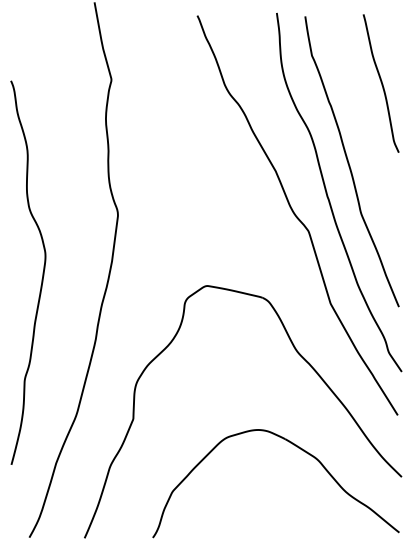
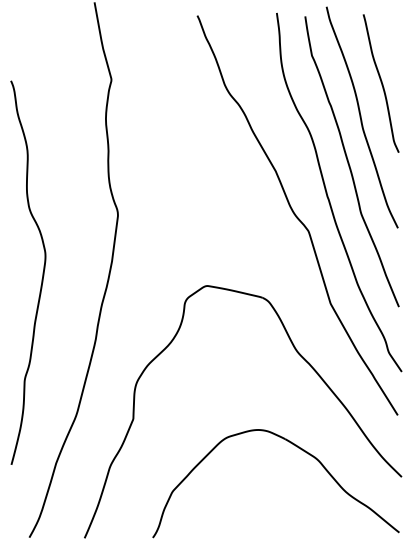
curve at (361, 117): none -> present
